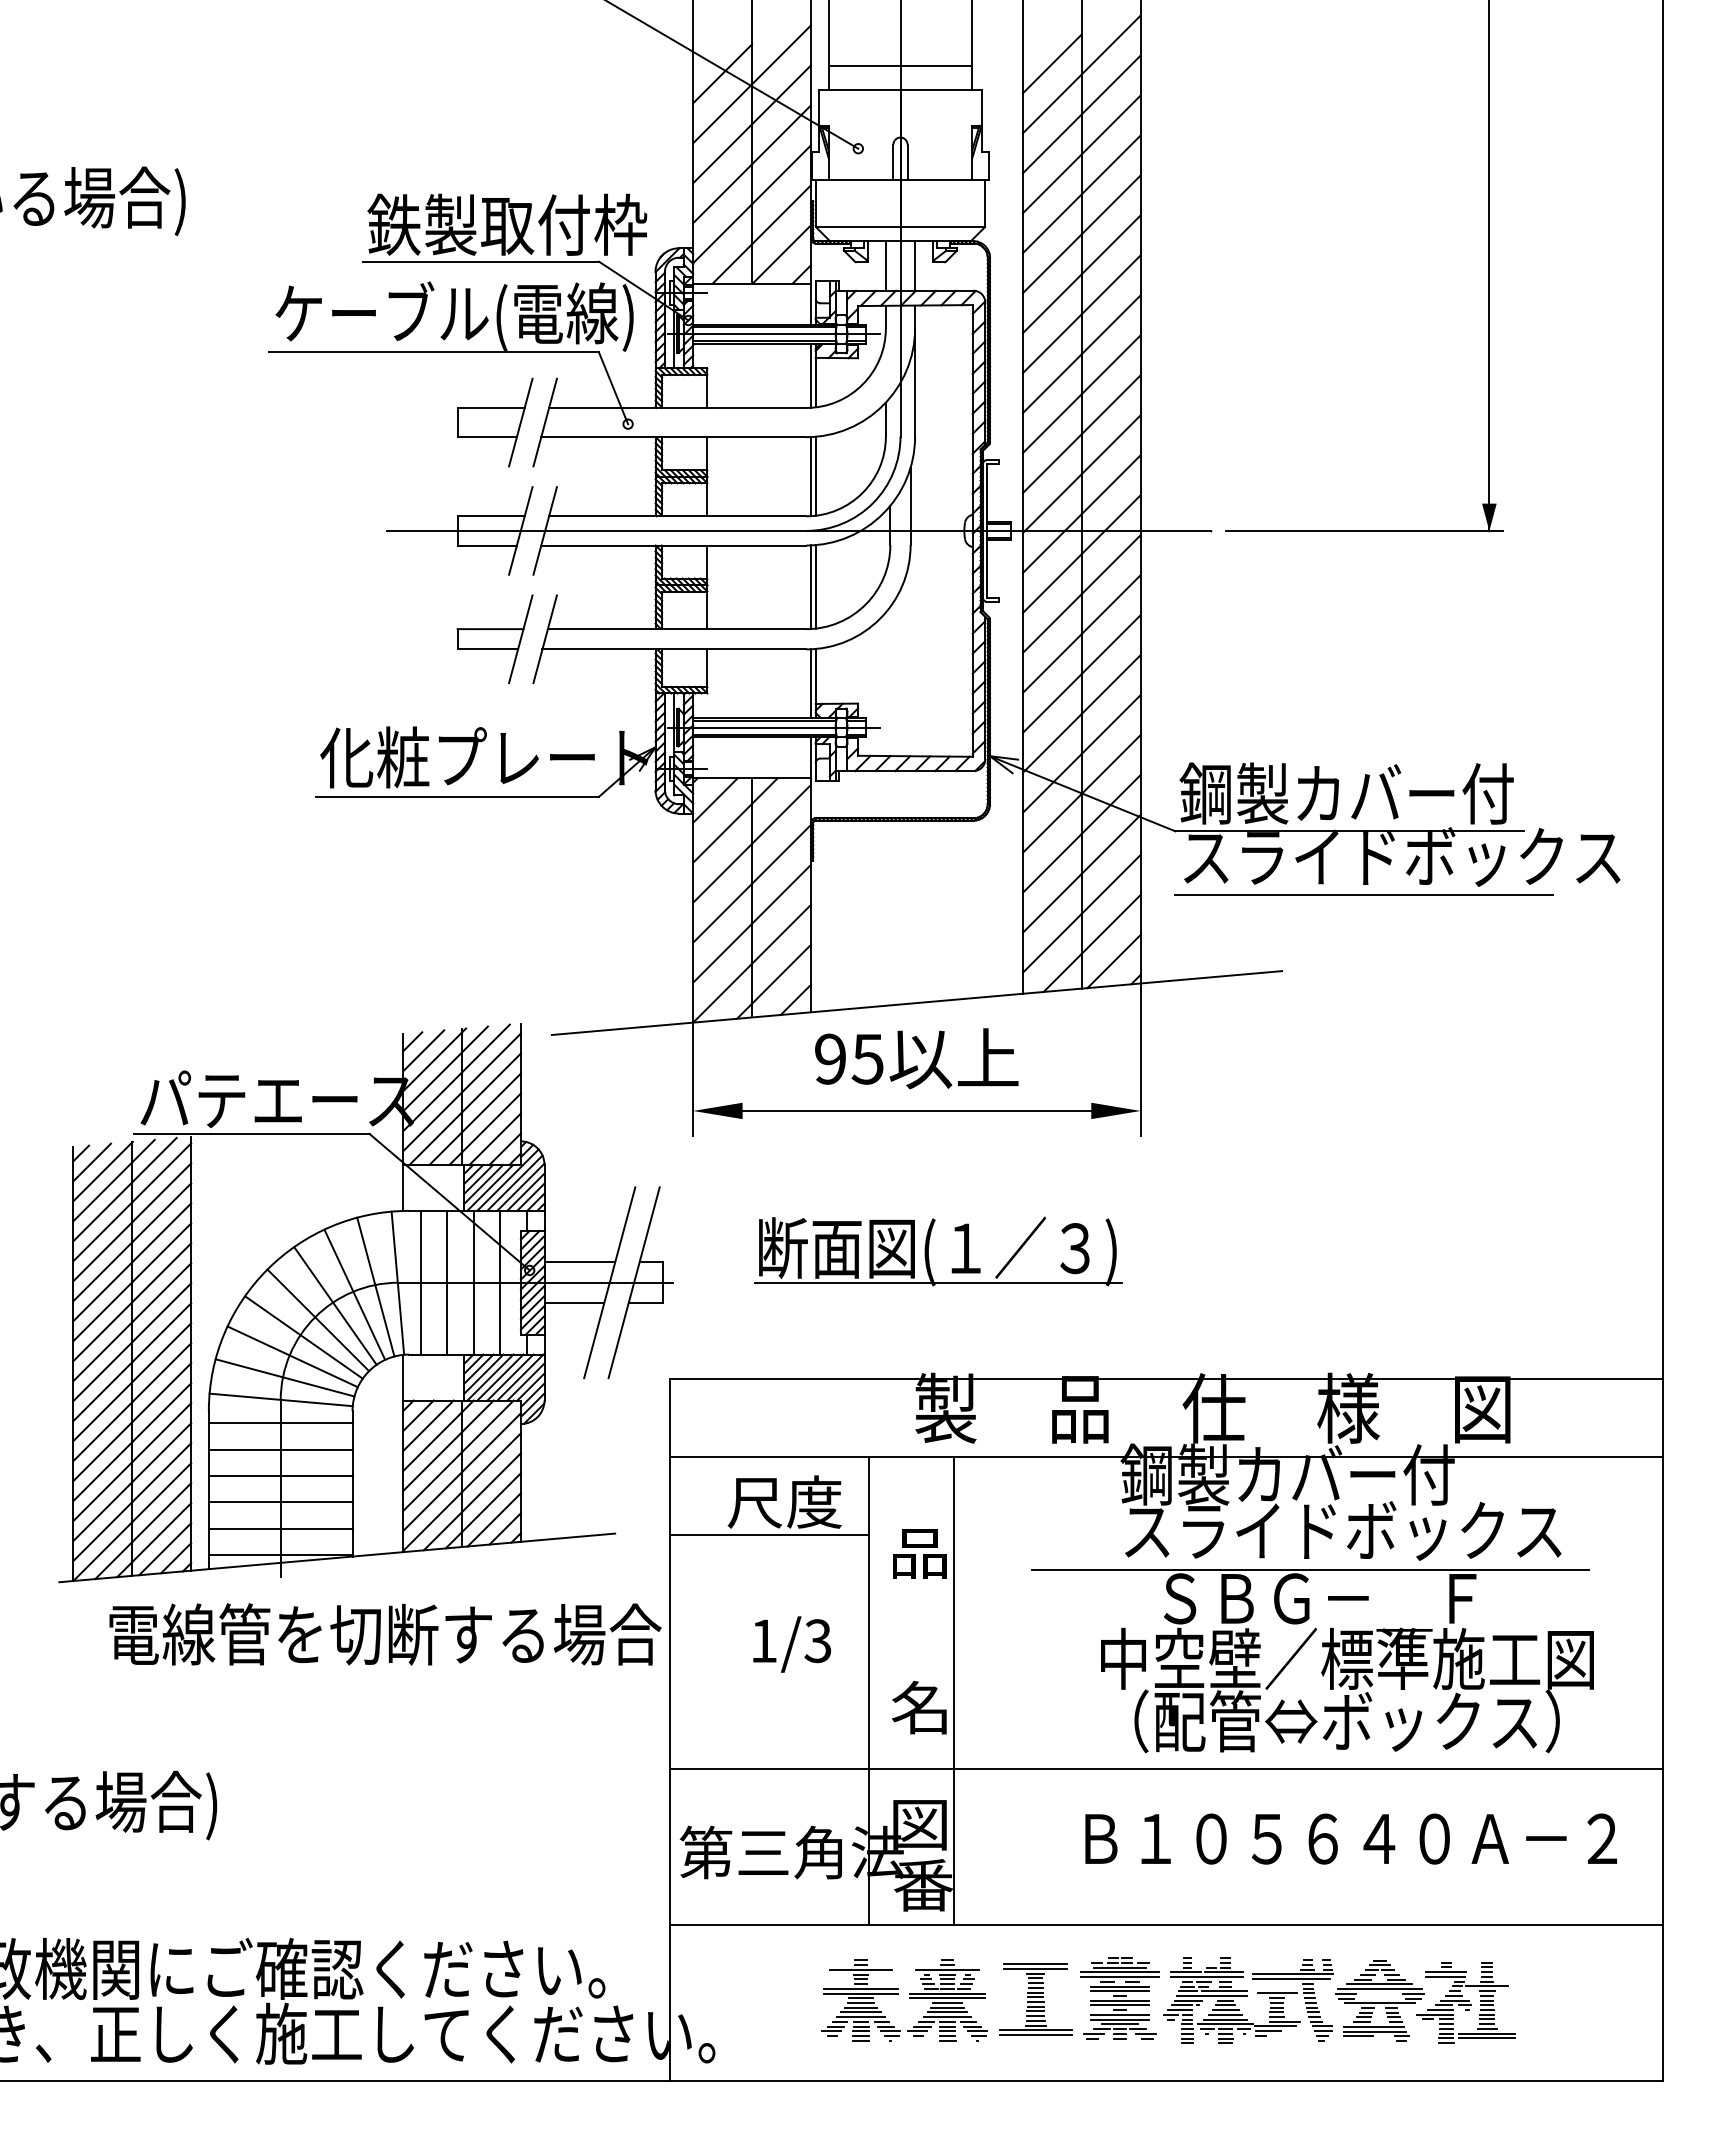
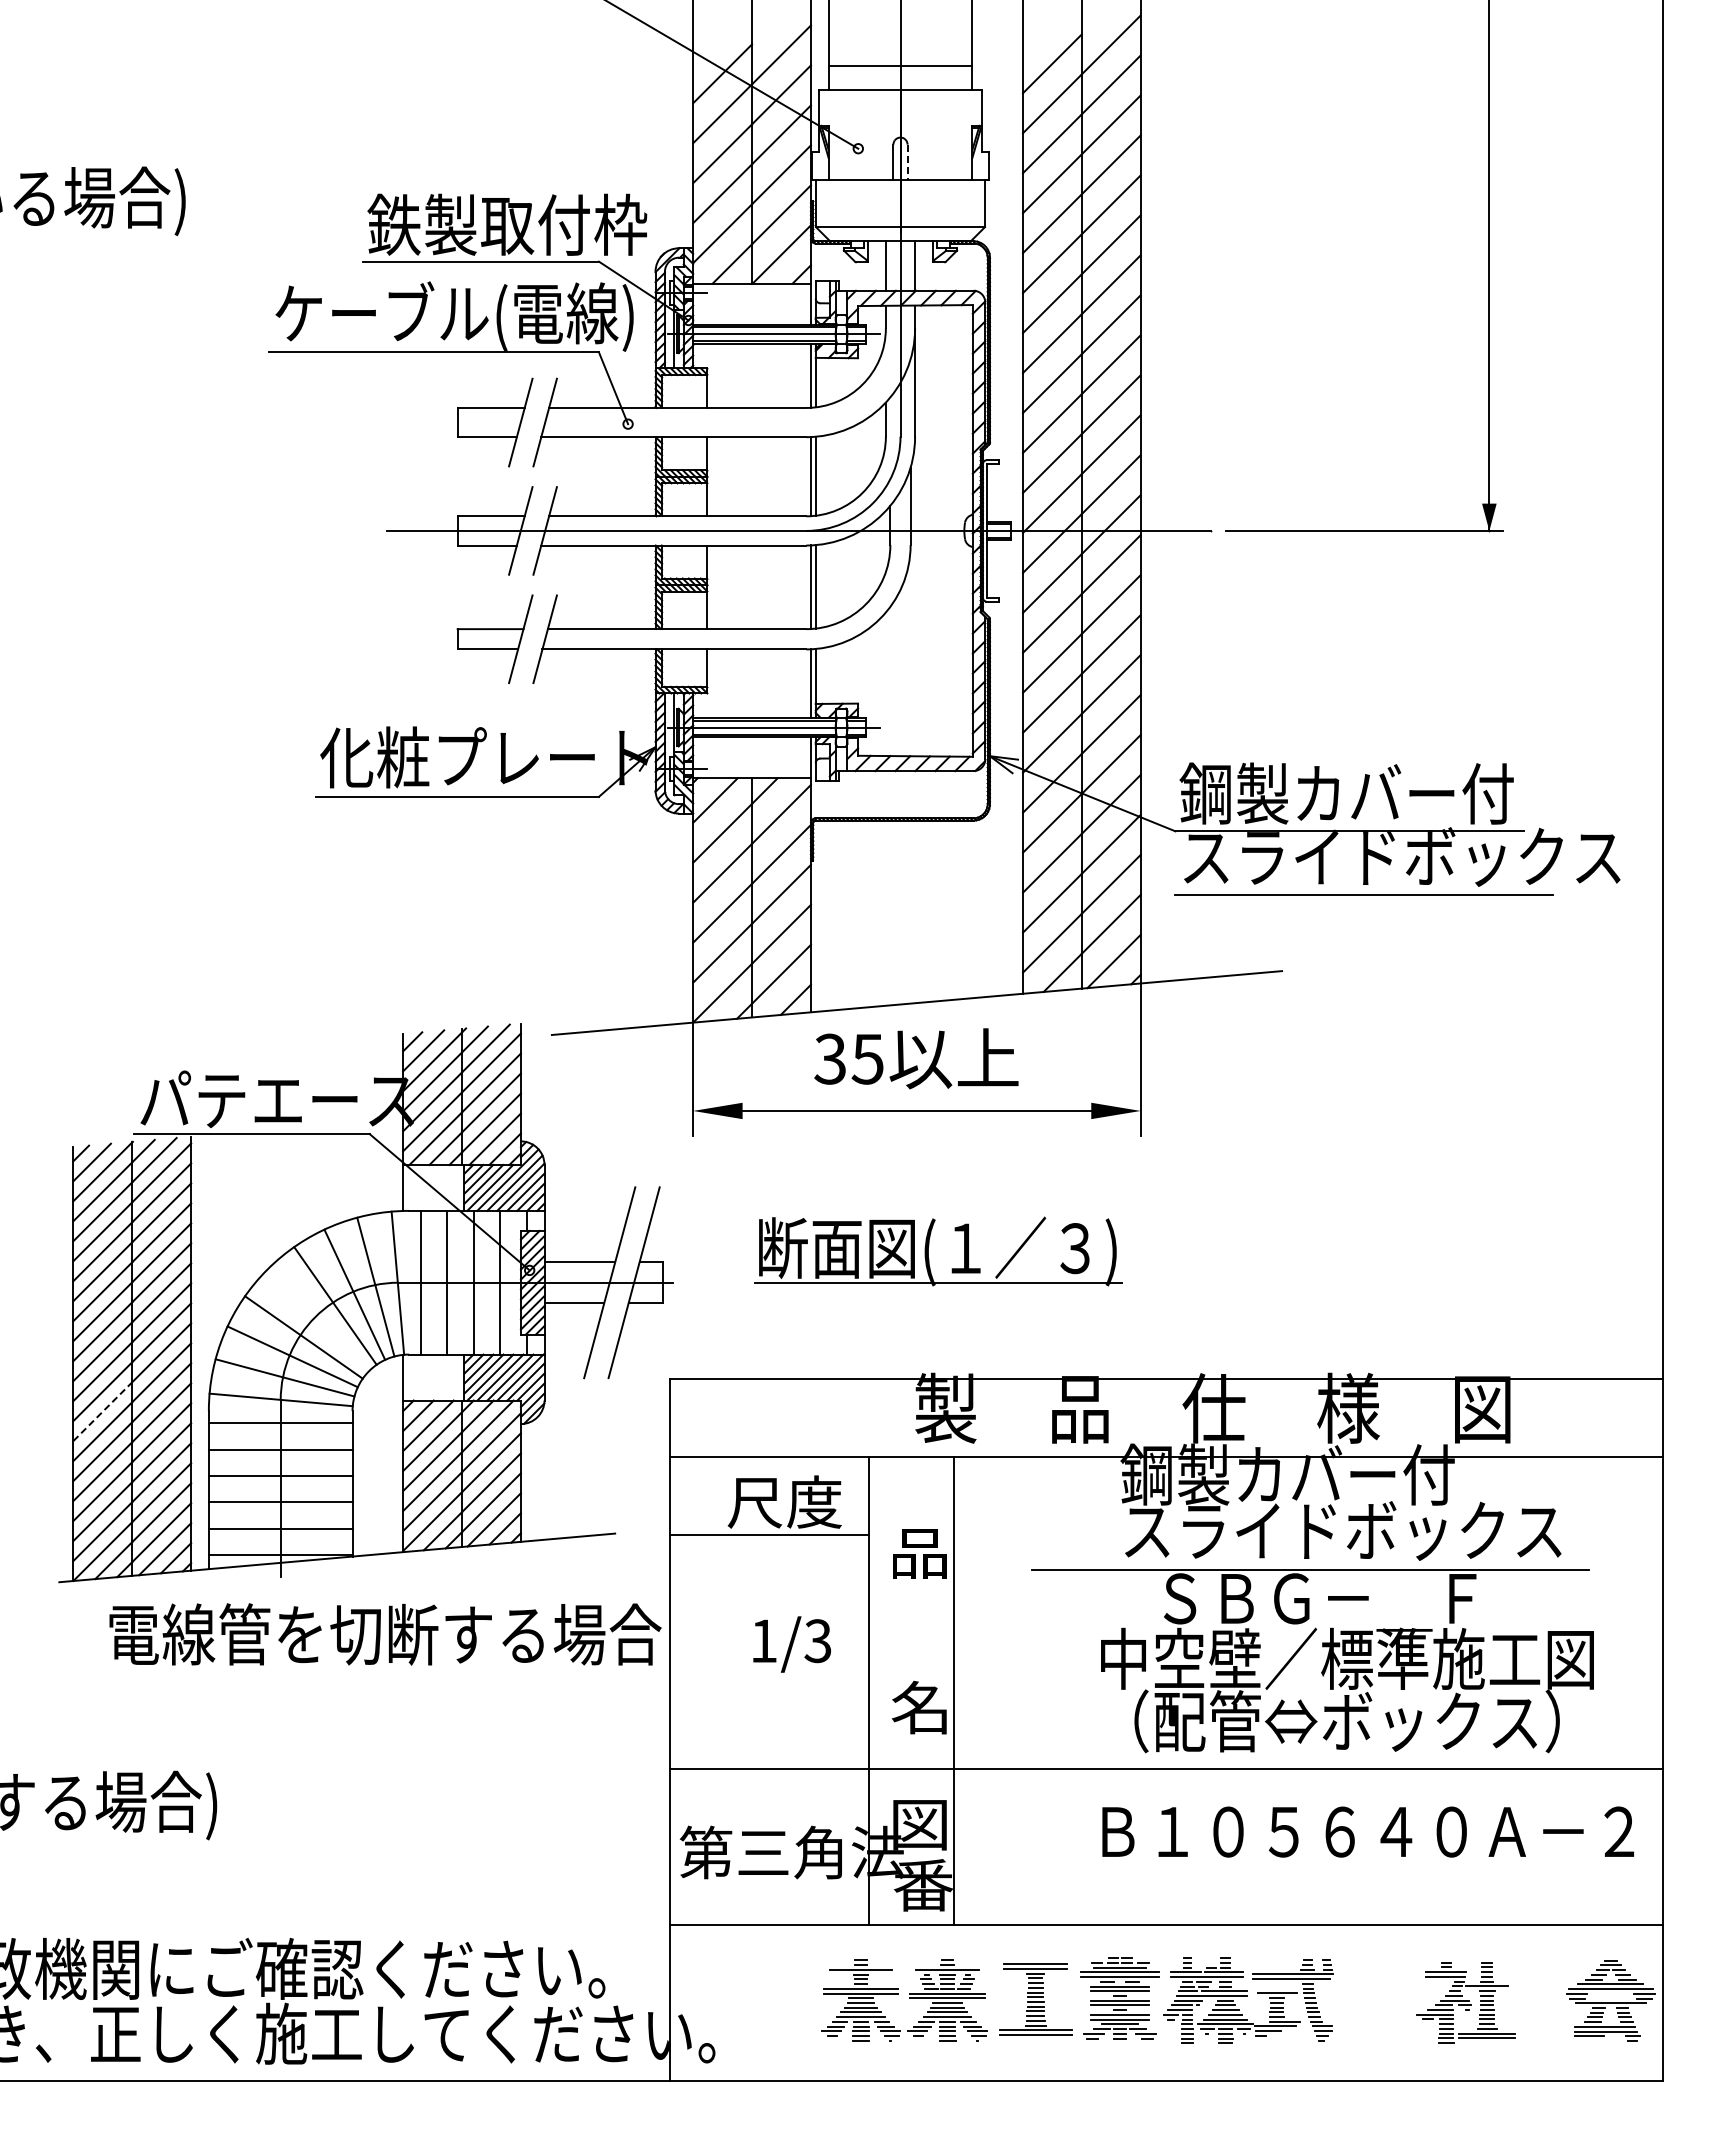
line at (907, 162): solid -> dashed
text at (829, 1058): 95 -> 35
line at (318, 1320): present -> none
line at (102, 1411): solid -> dashed
text at (1350, 1838) position: (1350, 1838) -> (1367, 1831)
part at (1379, 2000) position: (1379, 2000) -> (1610, 2000)
